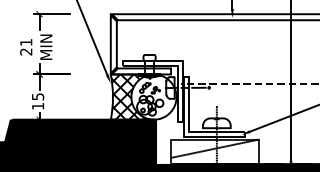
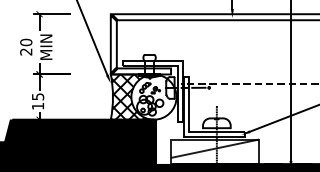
text at (26, 42): 21 -> 20
